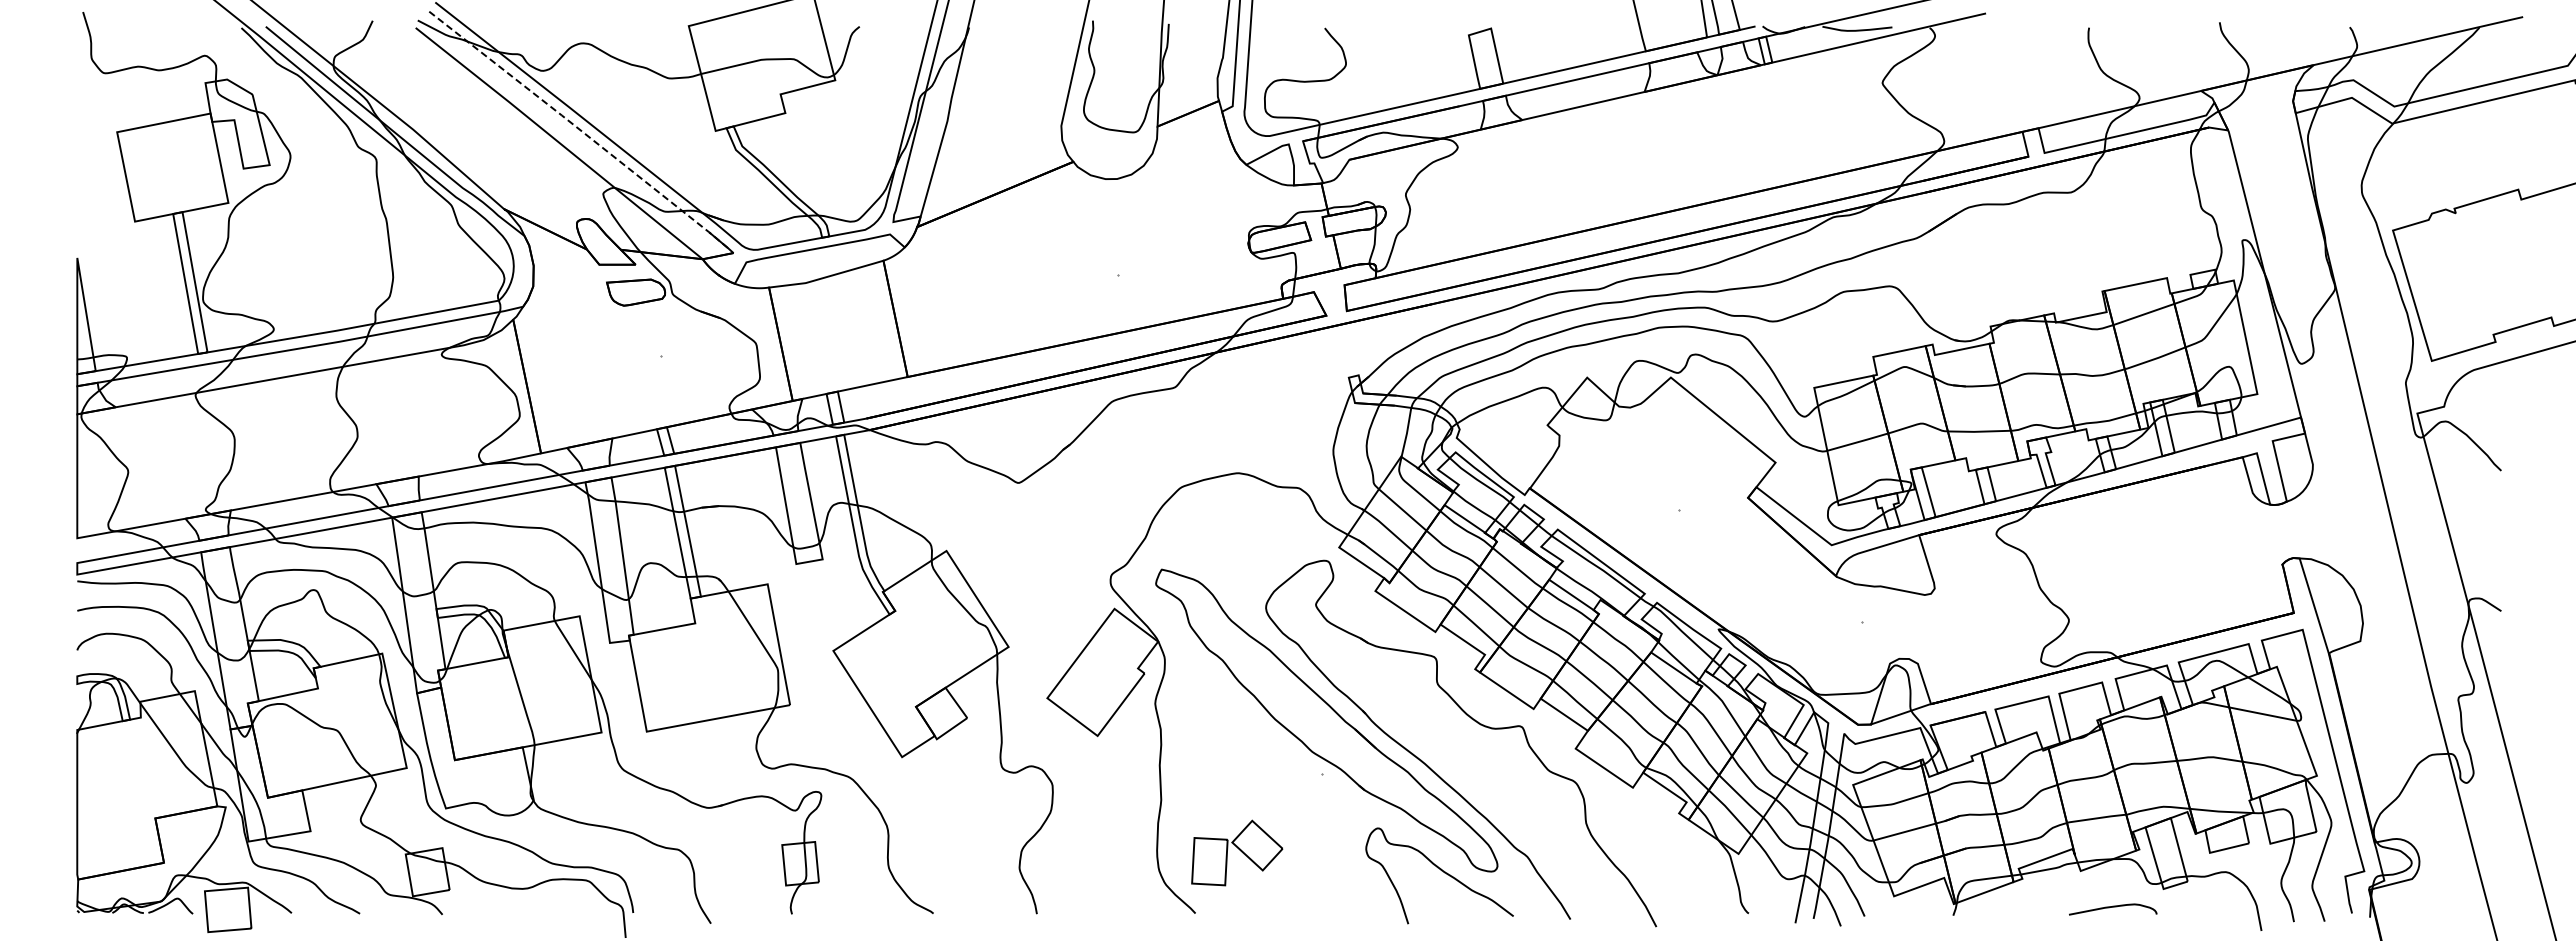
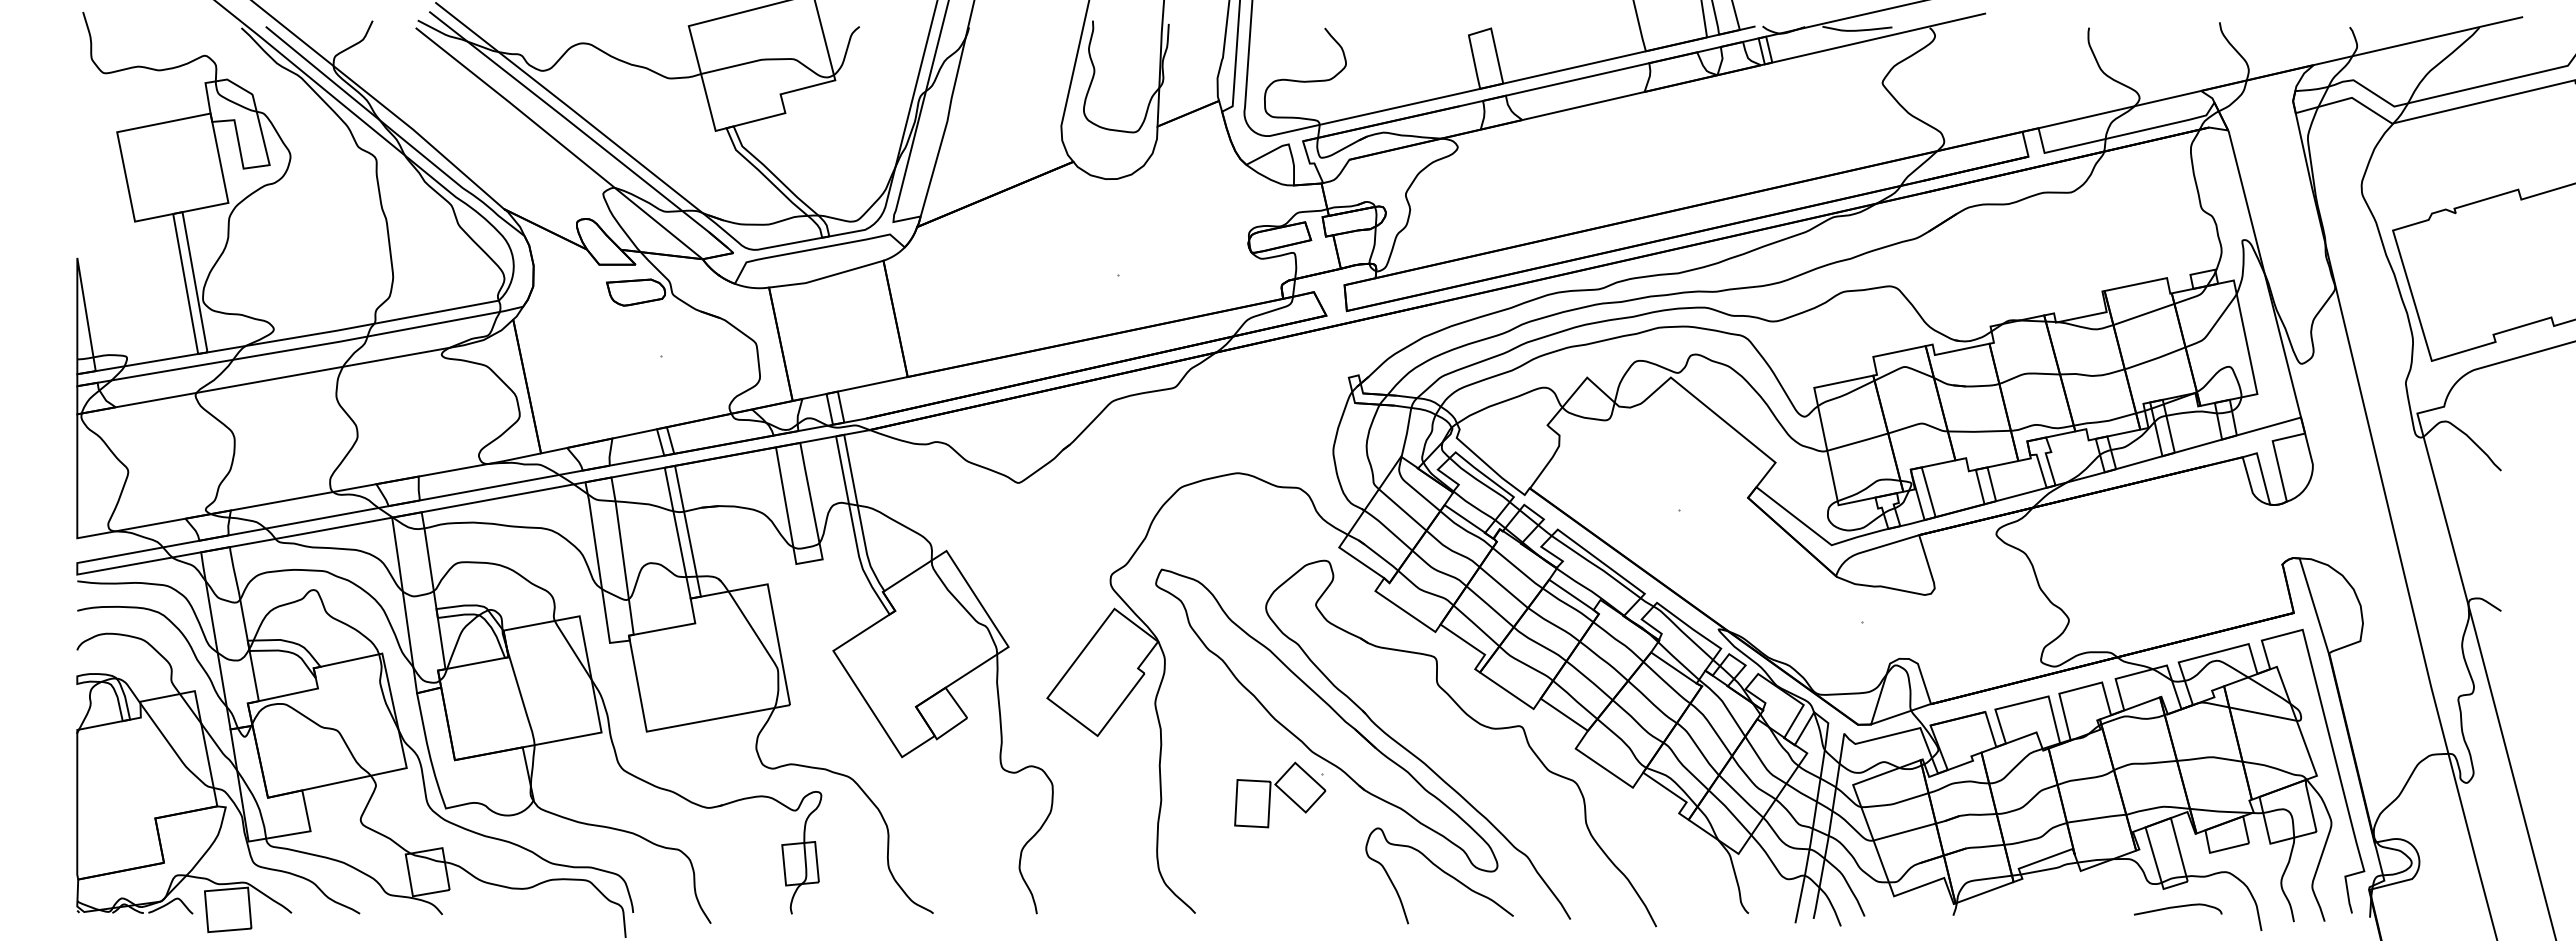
line at (579, 129): dashed -> solid
part at (1237, 852) position: (1237, 852) -> (1280, 794)
curve at (2113, 907) position: (2113, 907) -> (2178, 907)
